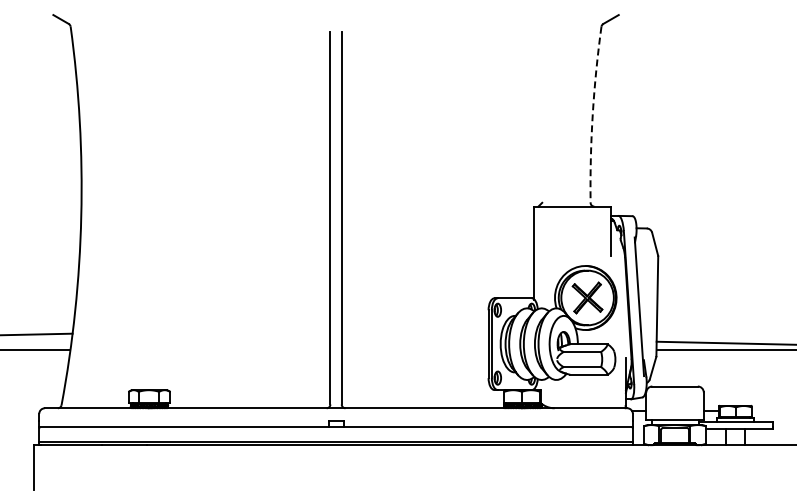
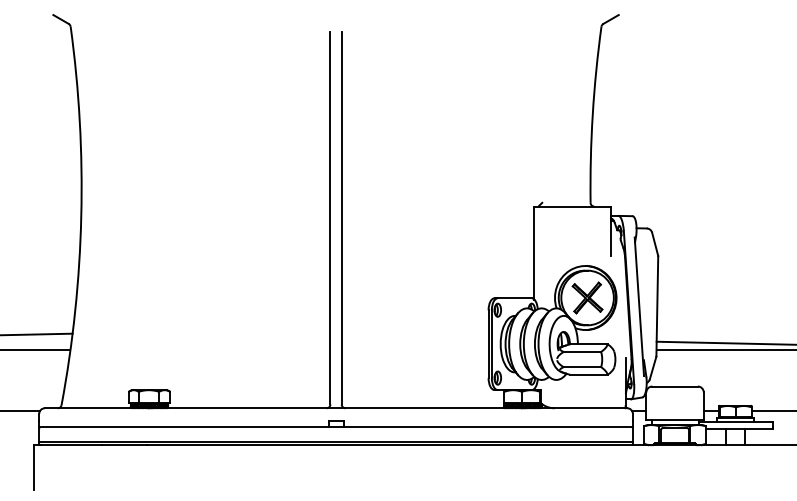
arc at (592, 114): dashed -> solid
line at (21, 410): none -> present
line at (772, 410): none -> present
